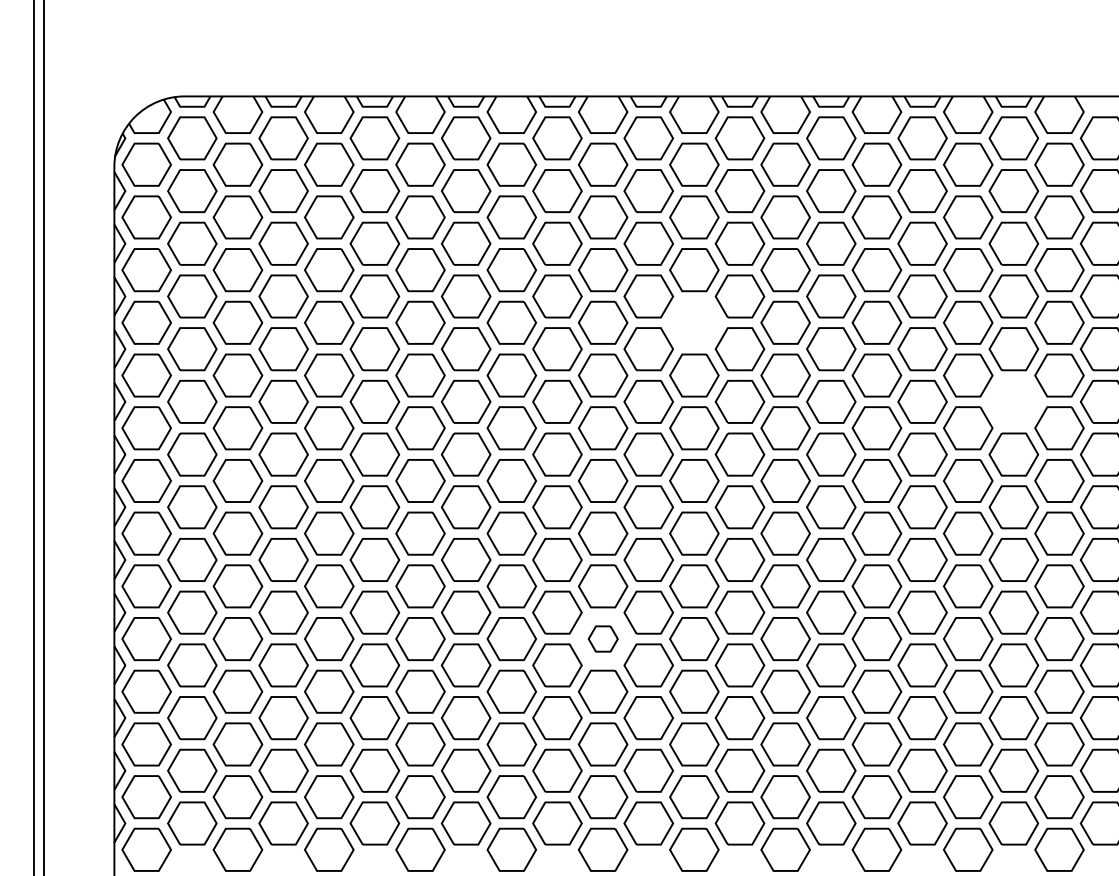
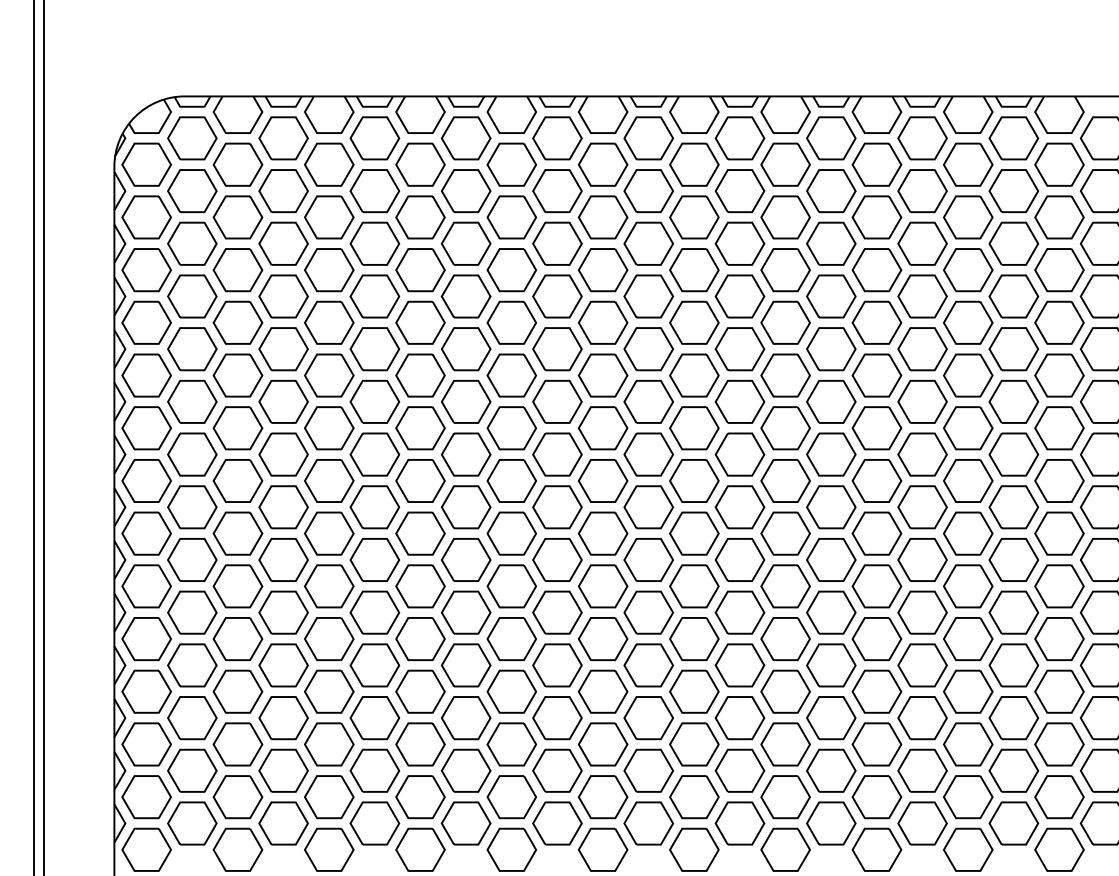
part at (694, 322): none -> present
part at (1013, 401): none -> present
part at (602, 638) size: 32x28 px -> 51x44 px
